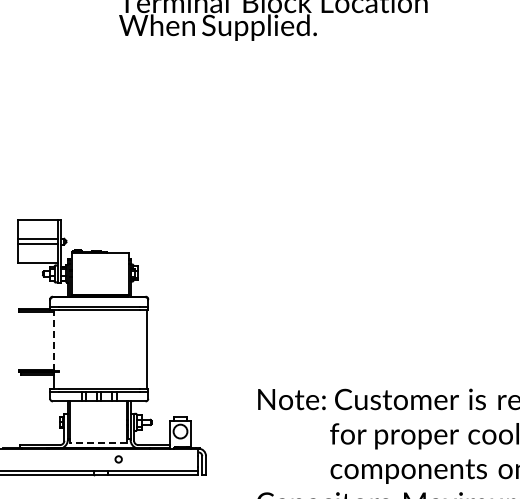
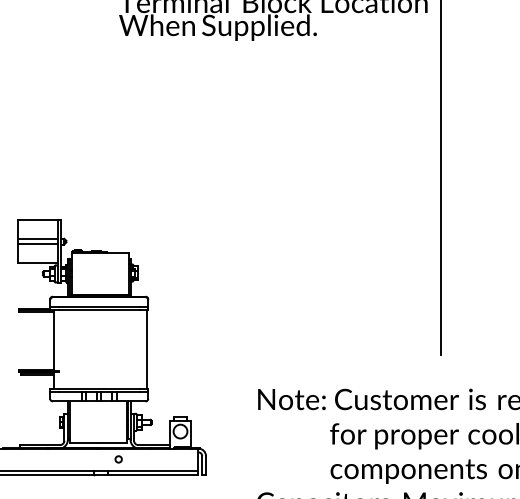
line at (441, 178): none -> present
line at (54, 339): dashed -> solid
line at (98, 443): dashed -> solid
